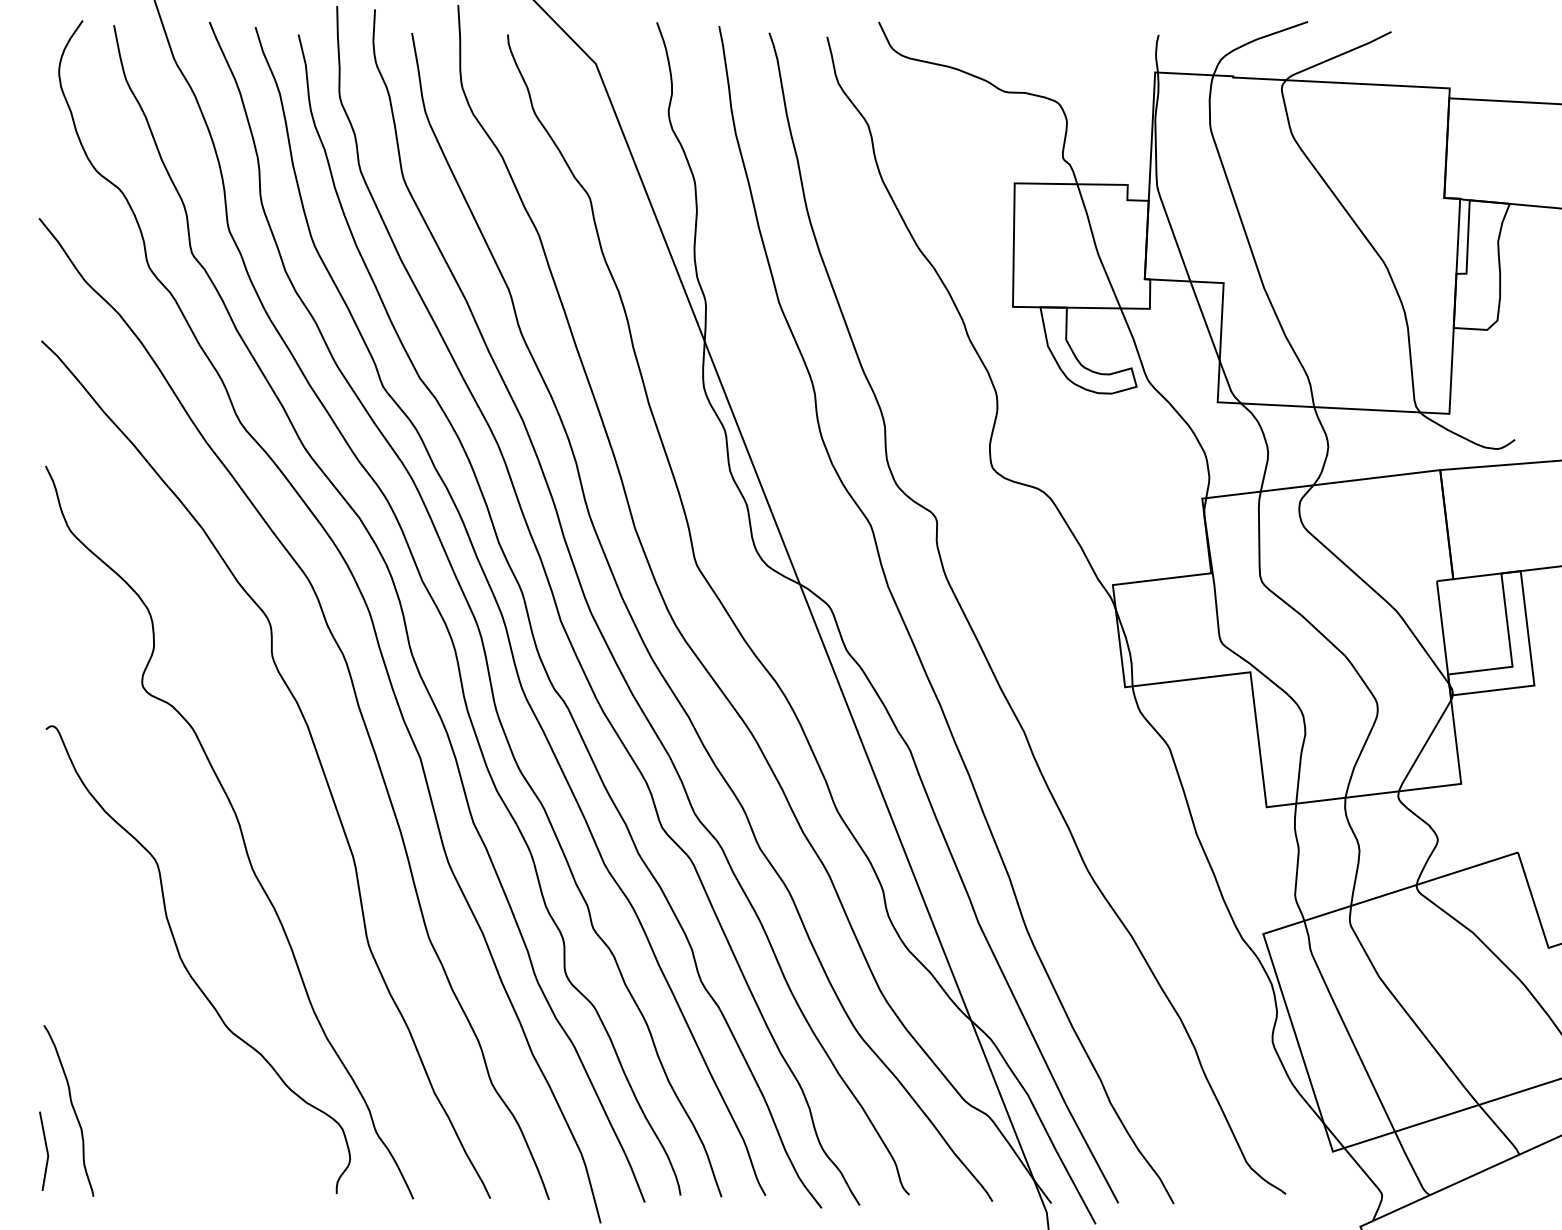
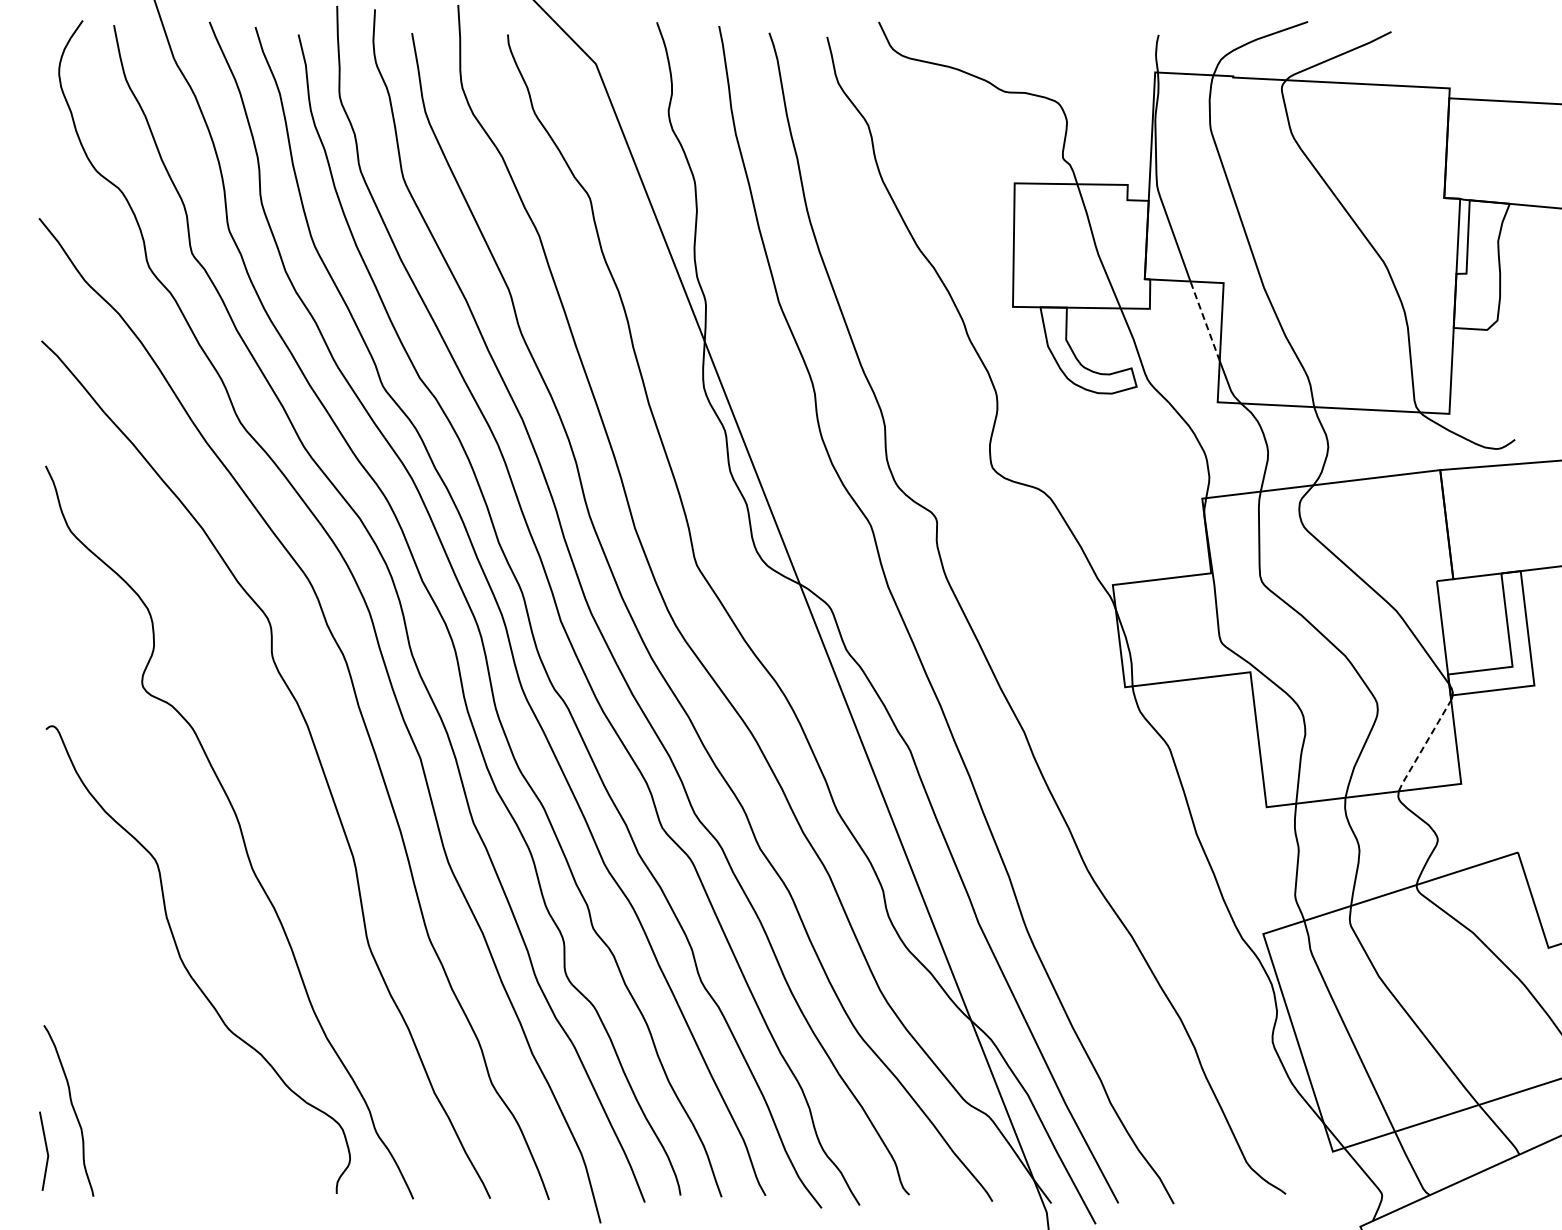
line at (1204, 320): solid -> dashed
line at (1424, 745): solid -> dashed
